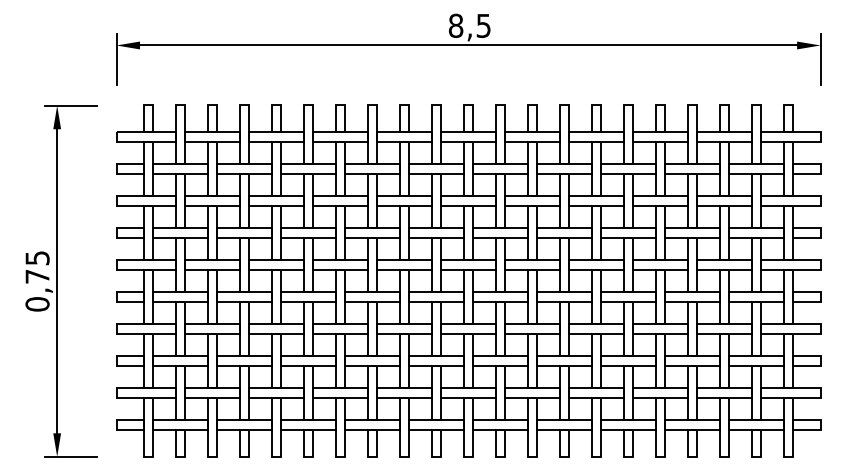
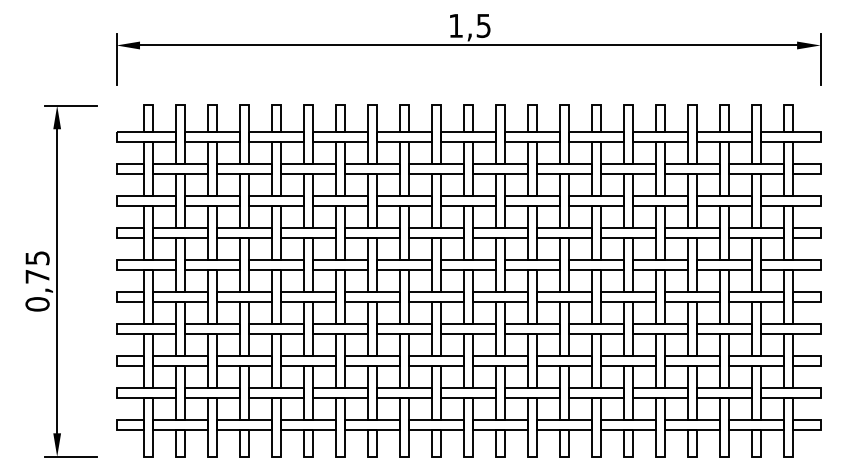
text at (455, 25): 8,5 -> 1,5
